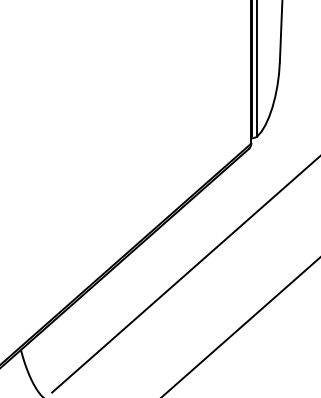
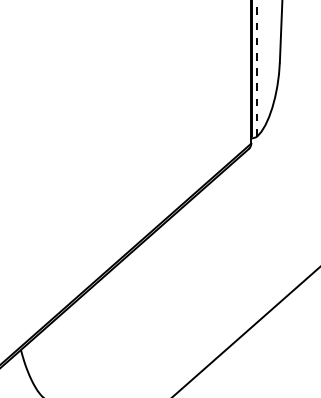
line at (257, 68): solid -> dashed
line at (184, 275): present -> none
line at (240, 326) position: (240, 326) -> (245, 331)
